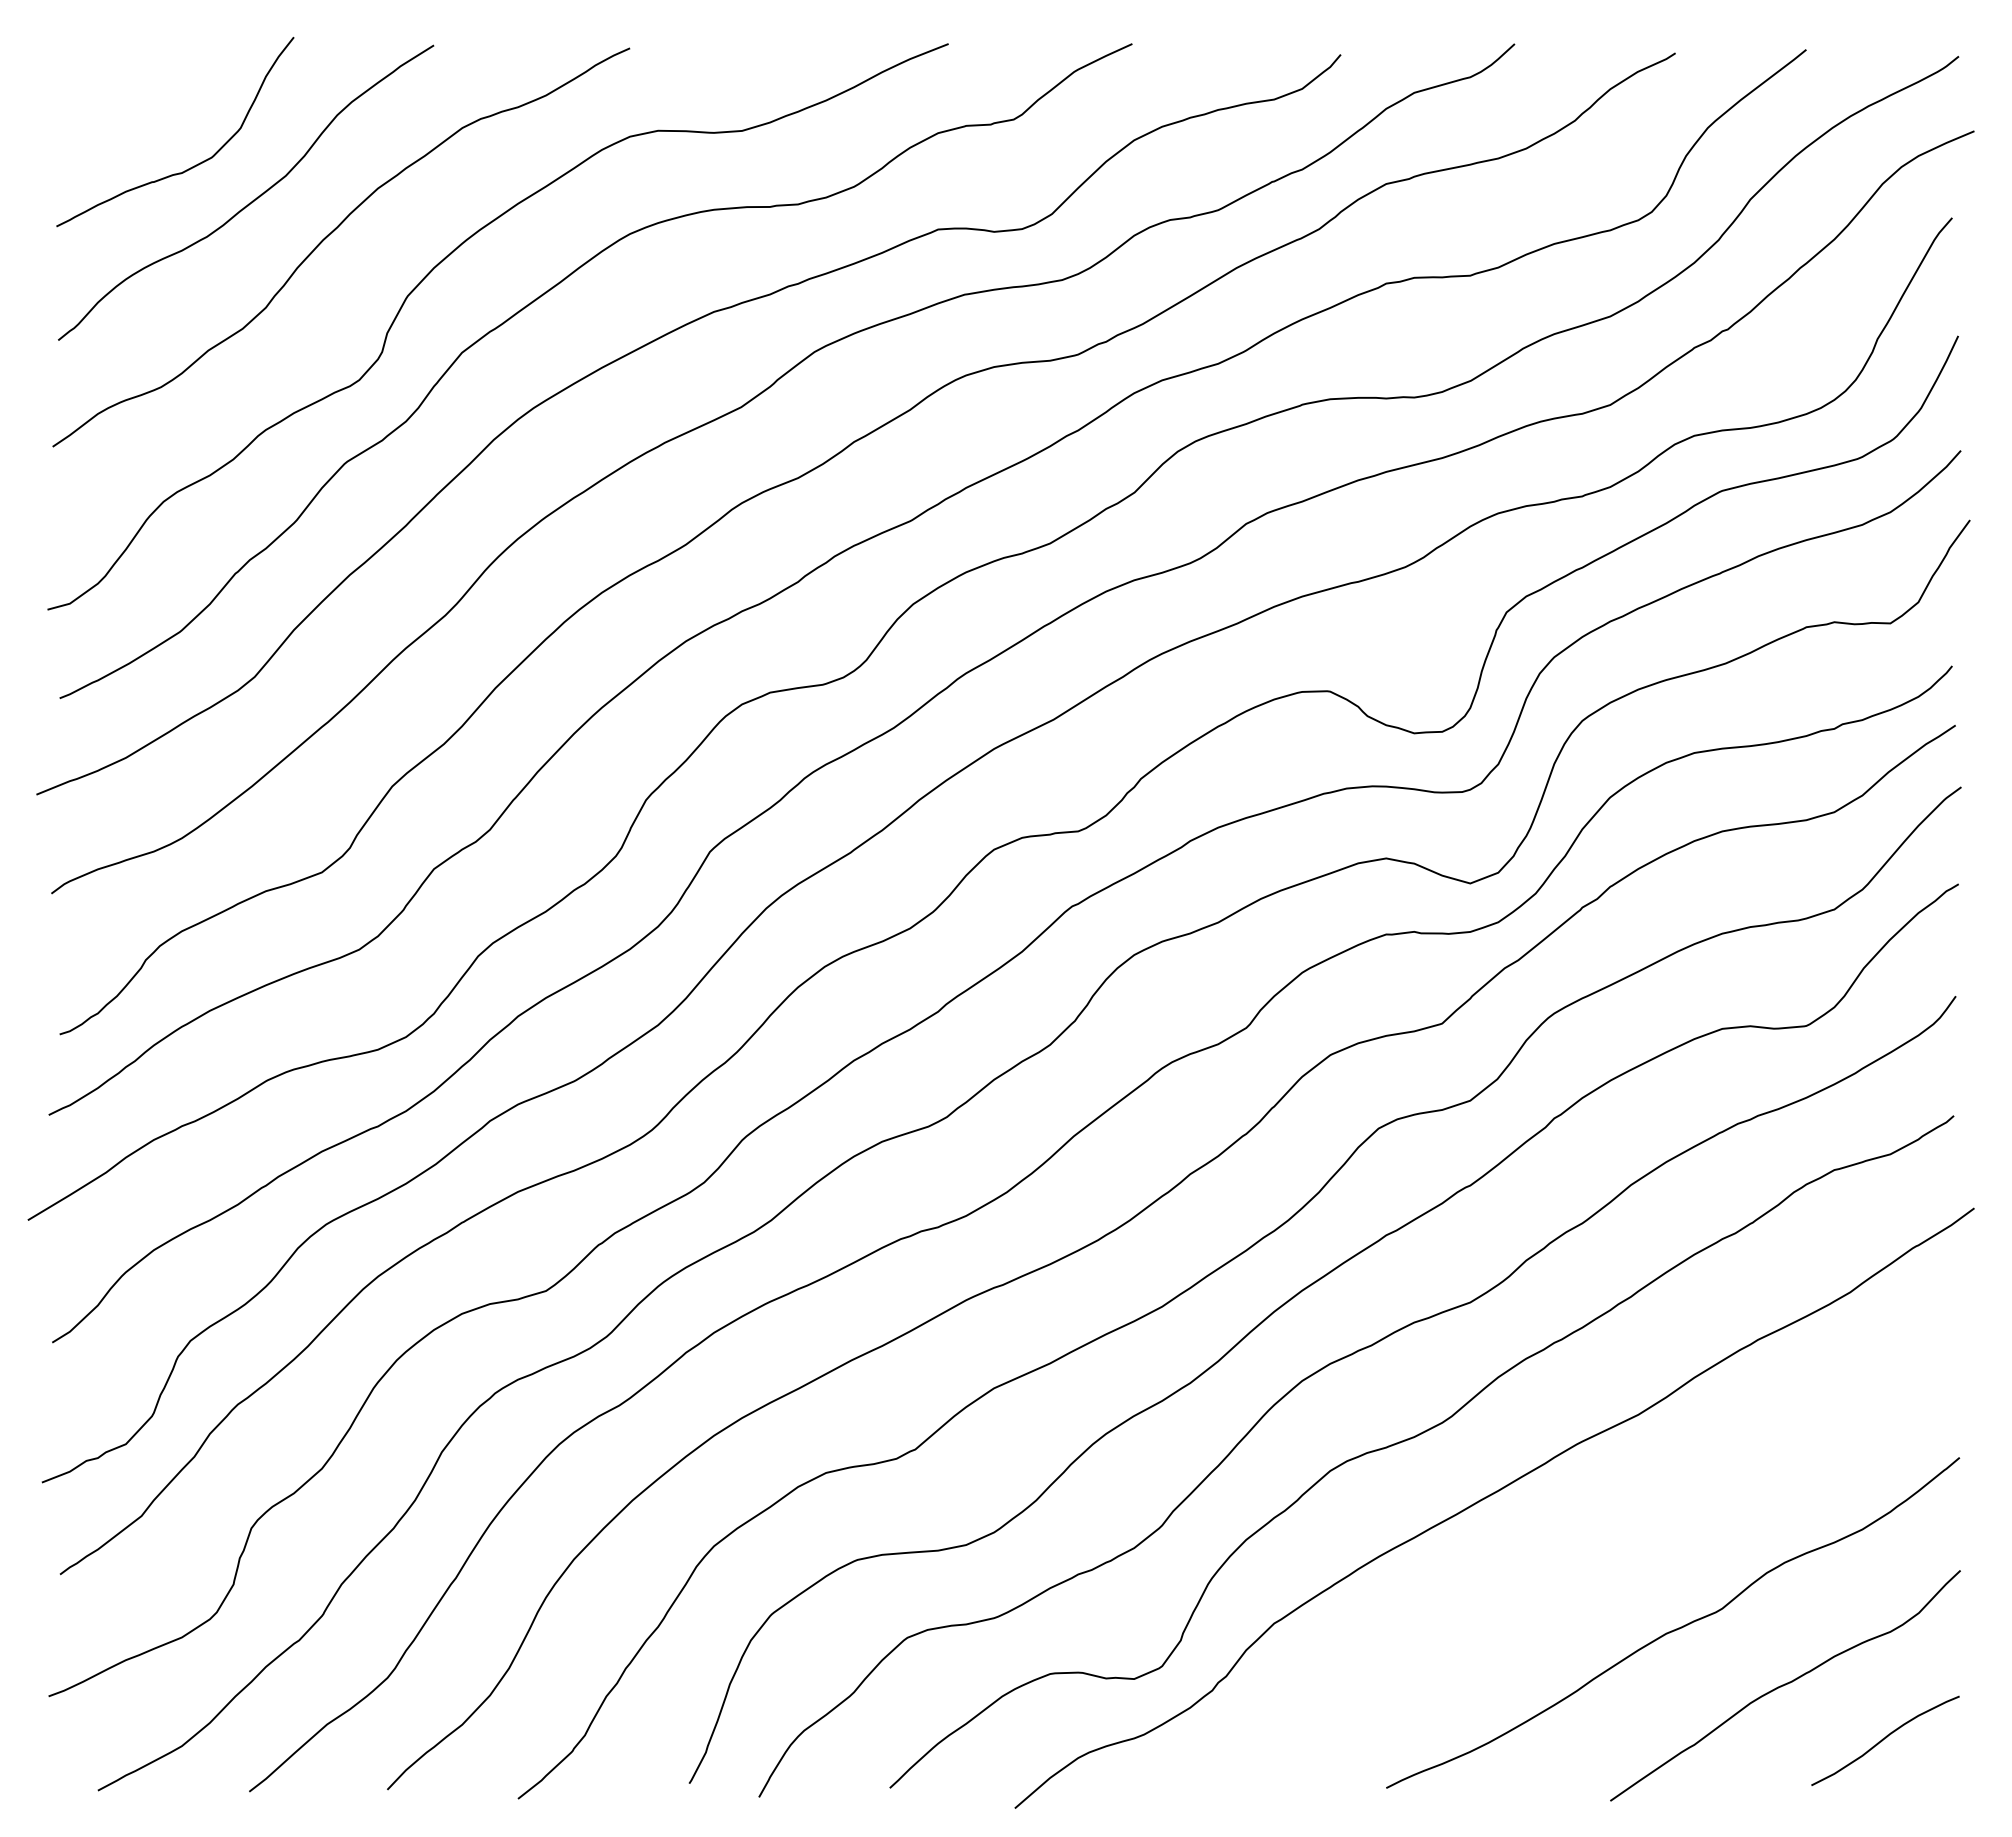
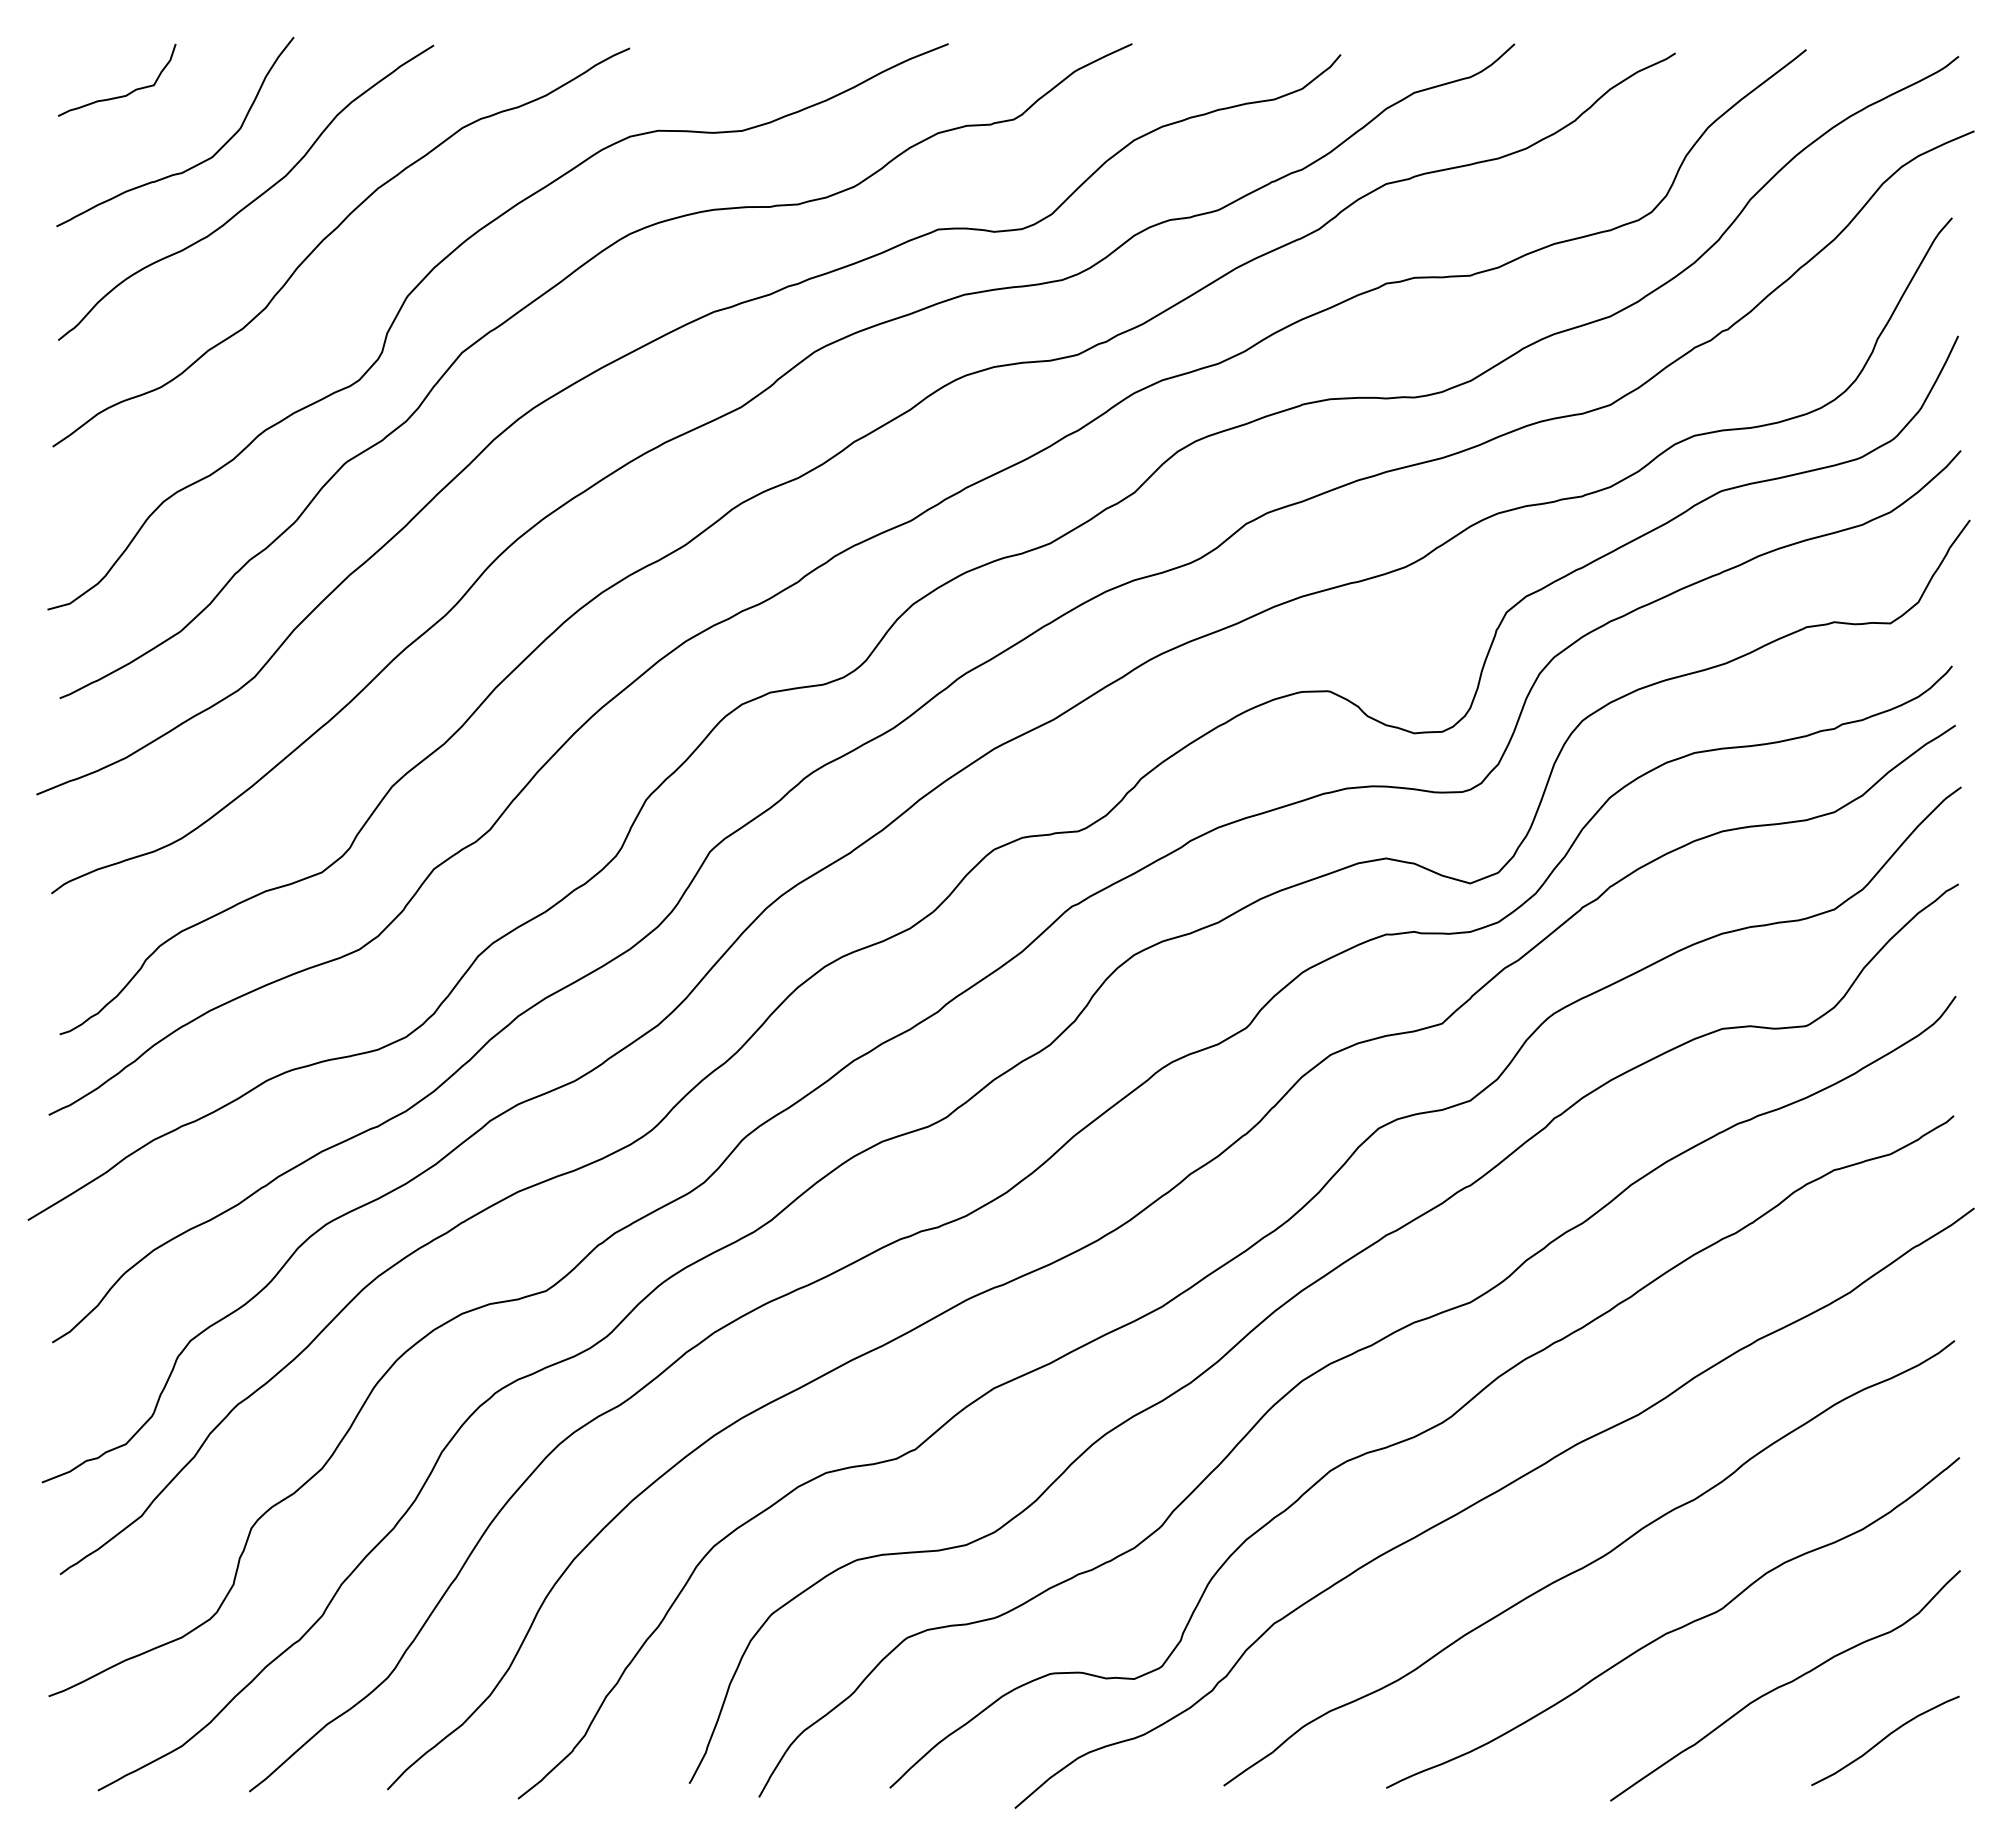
curve at (121, 95): none -> present
curve at (1589, 1563): none -> present
